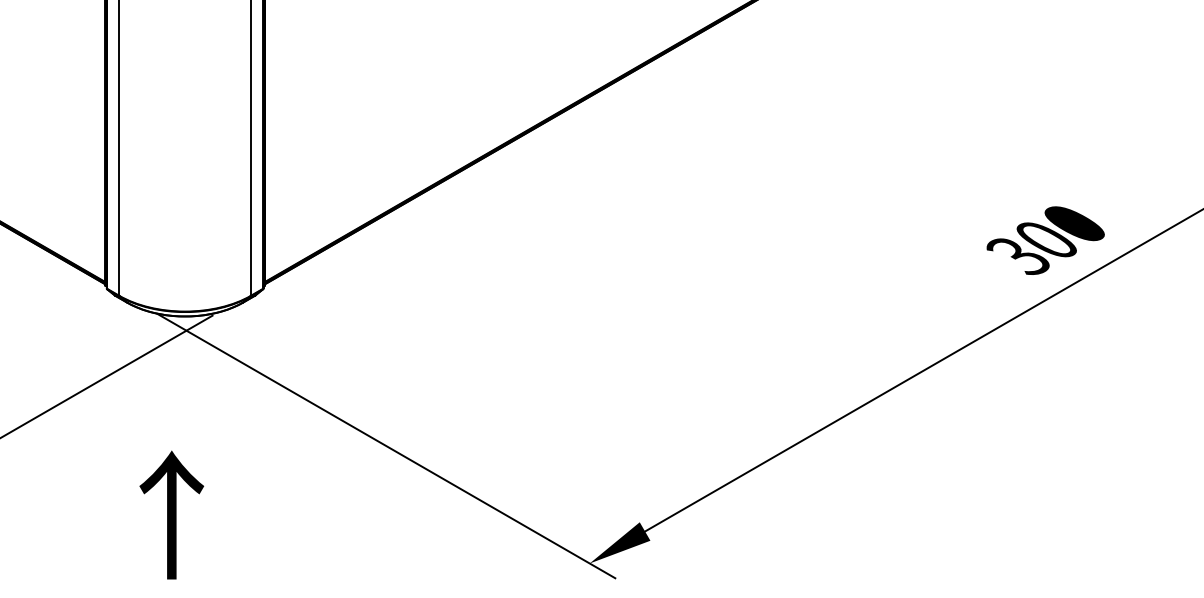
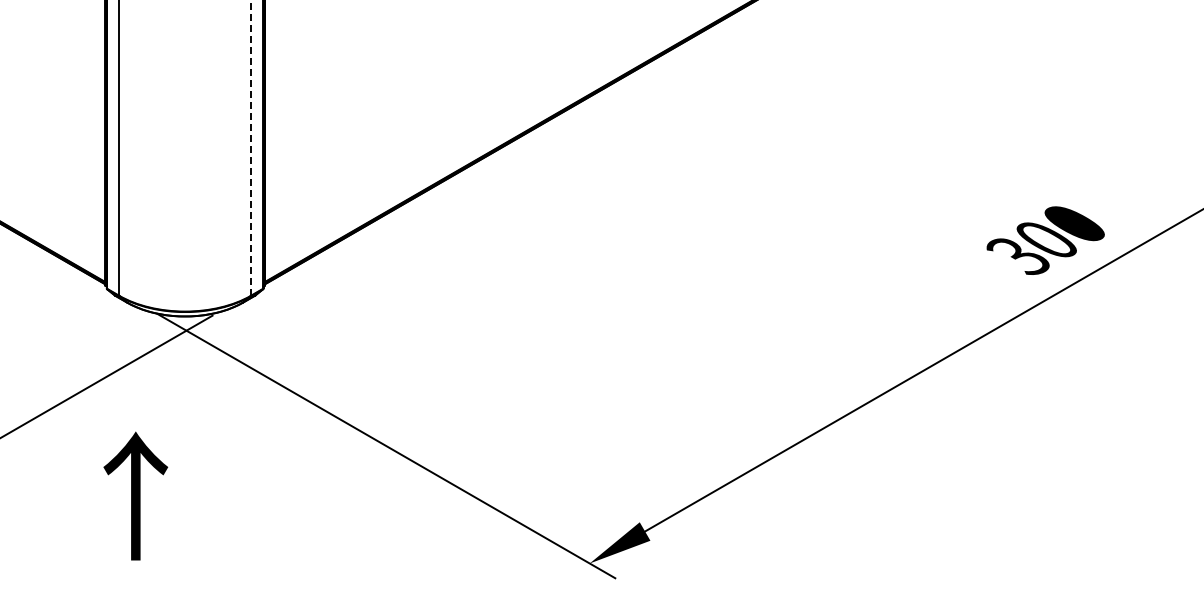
line at (250, 148): solid -> dashed
text at (171, 514) position: (171, 514) -> (135, 495)
